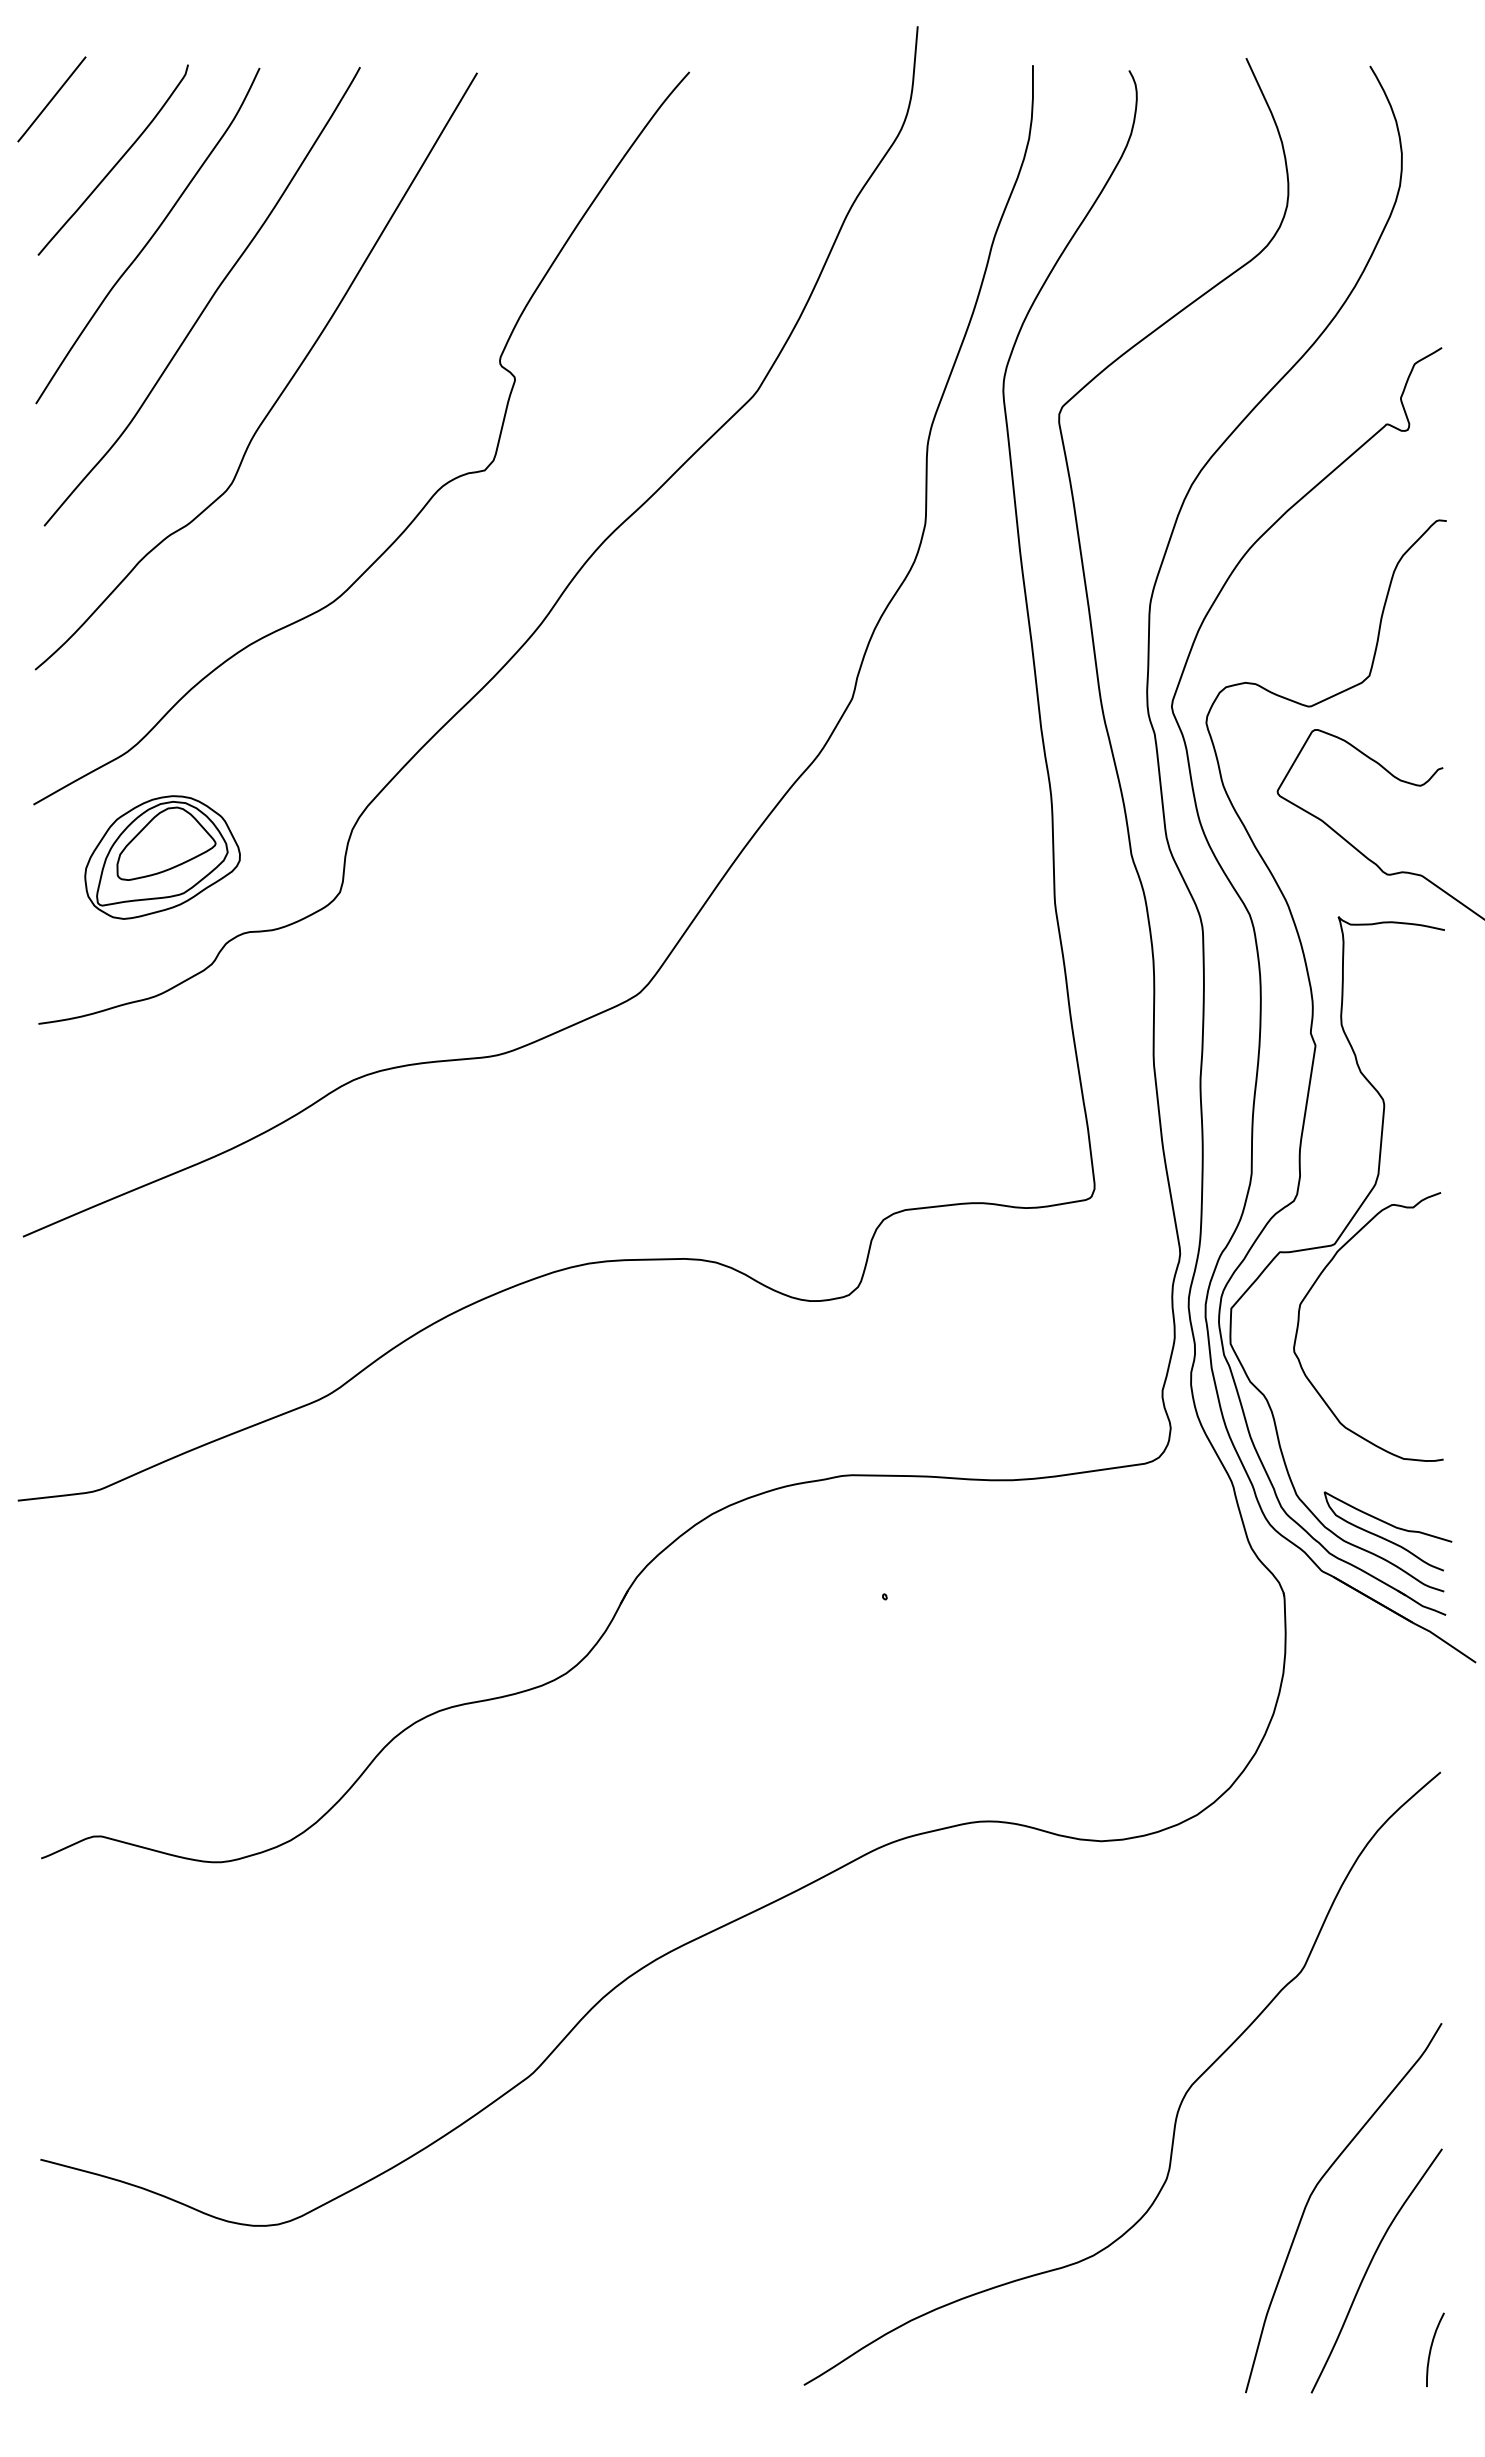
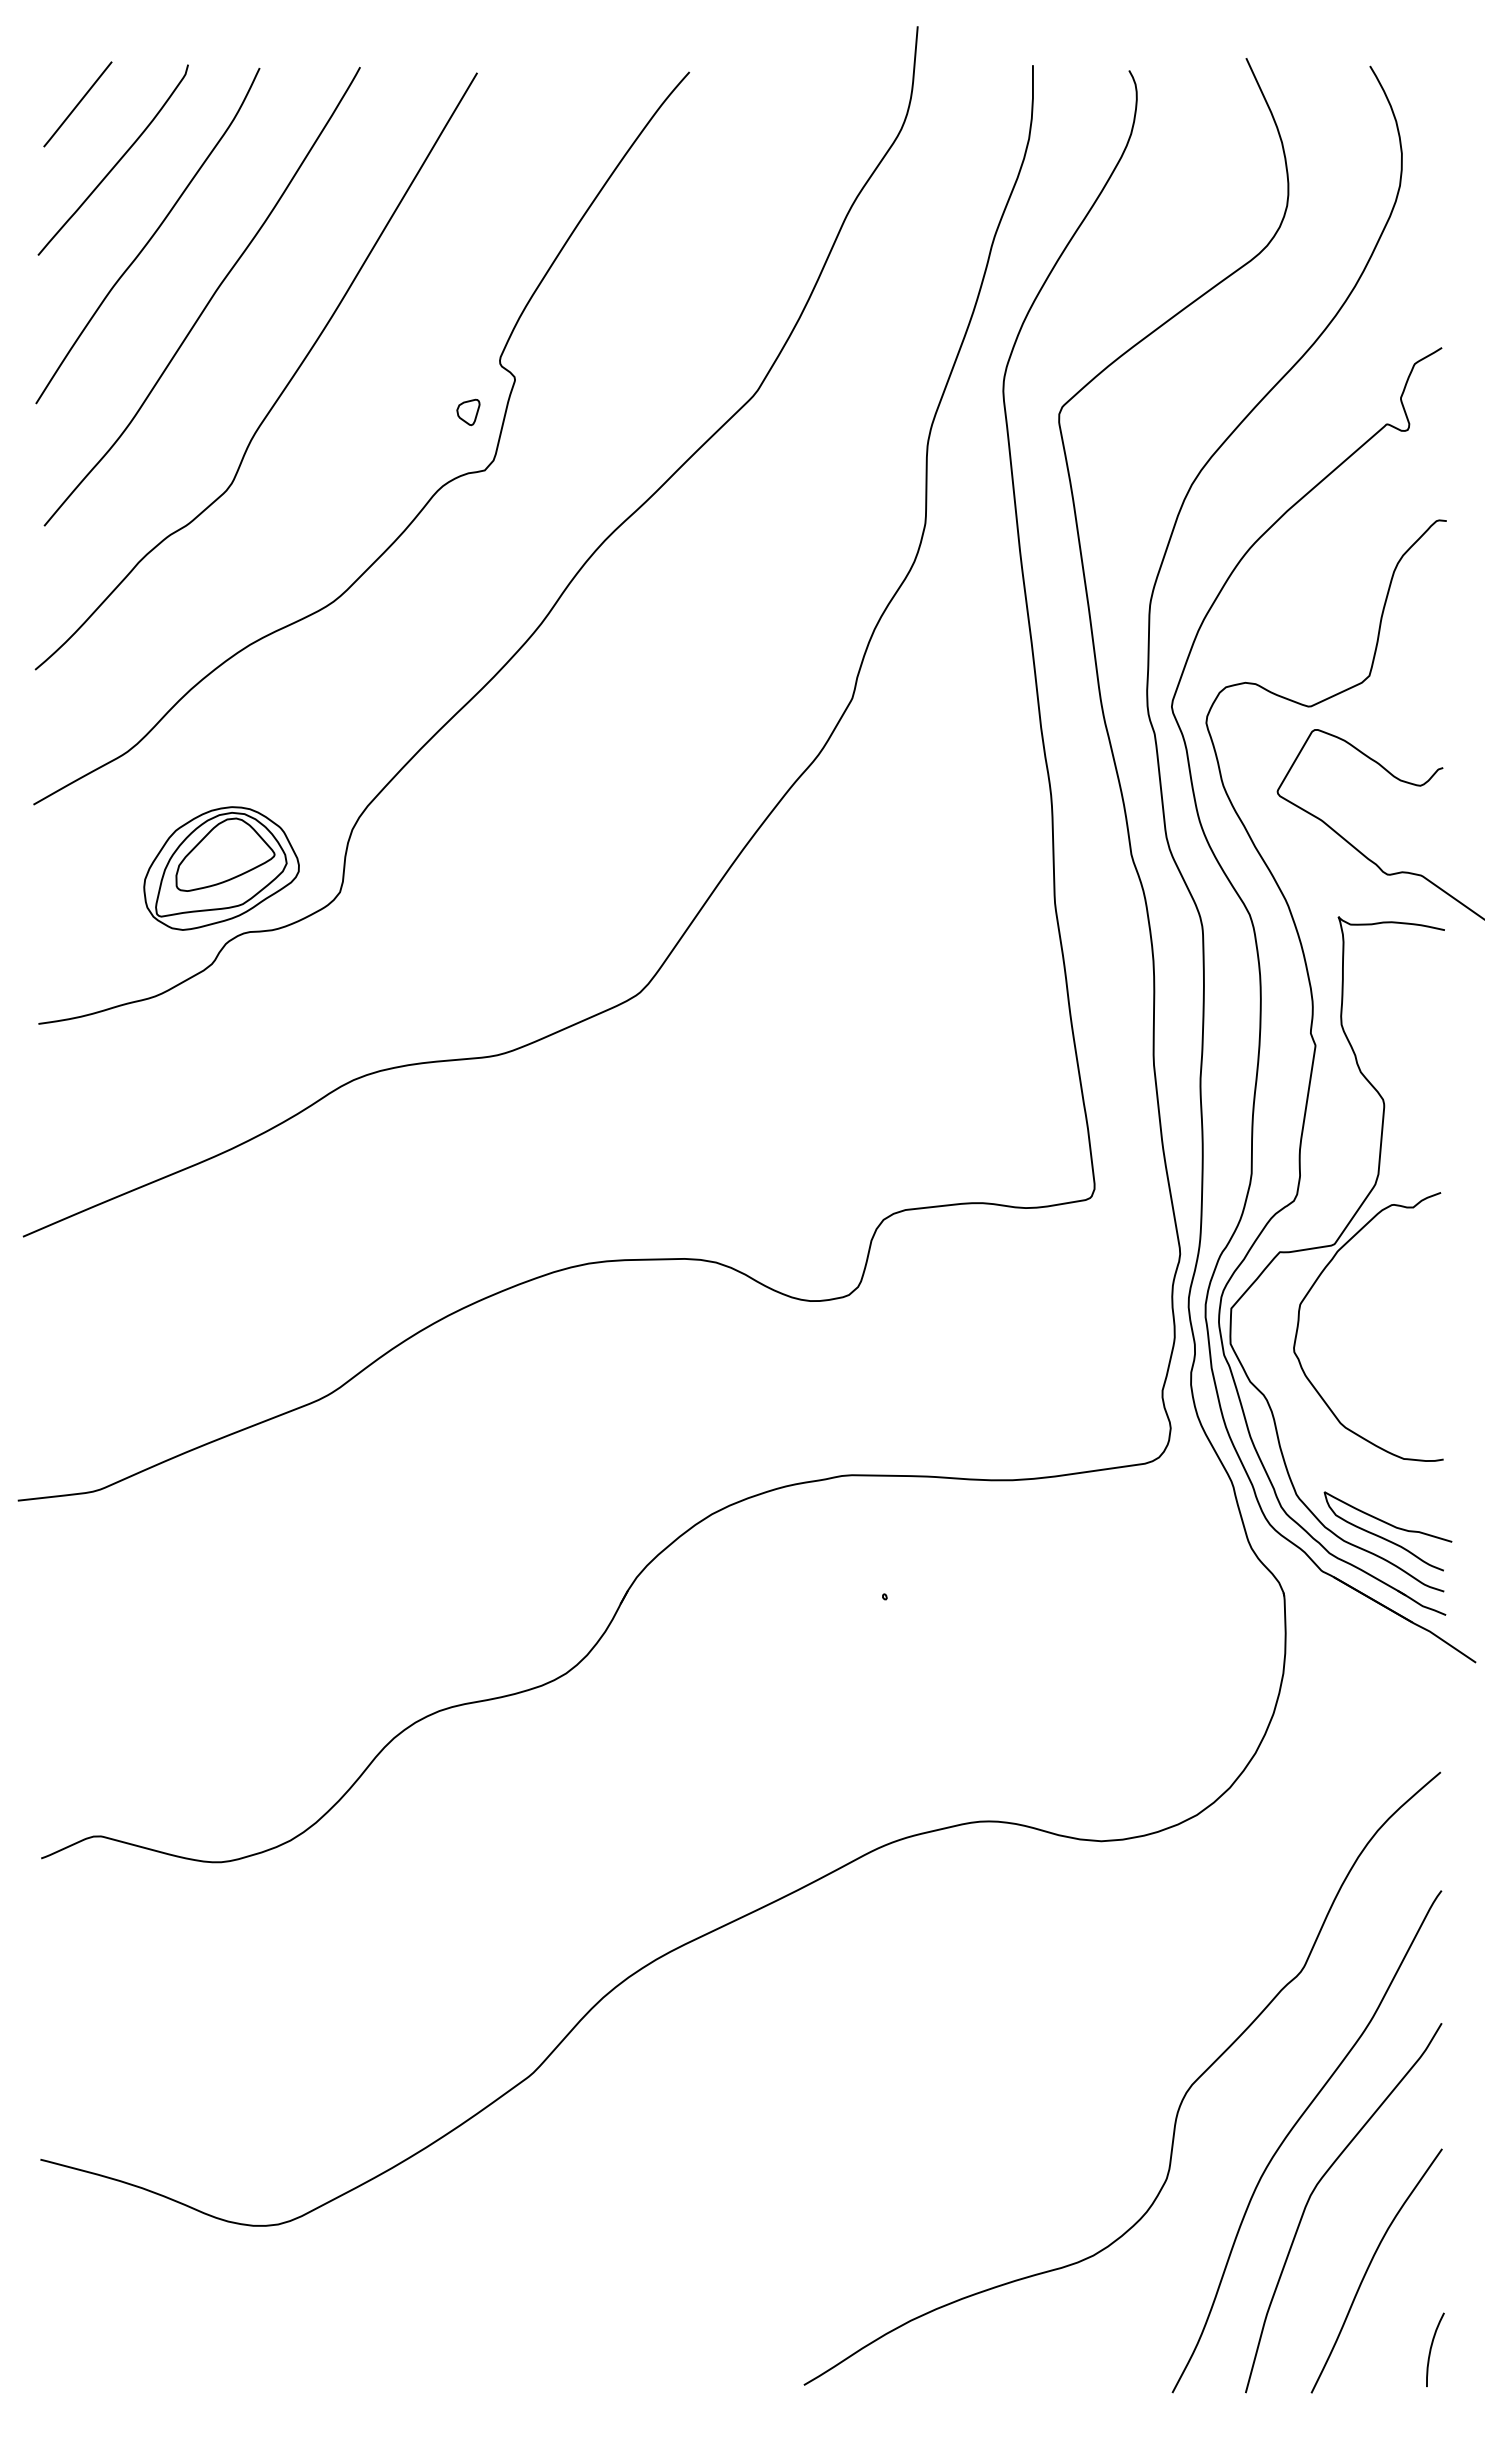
line at (51, 99) position: (51, 99) -> (77, 104)
part at (468, 412): none -> present
part at (162, 857) position: (162, 857) -> (221, 868)
curve at (1292, 2130): none -> present
